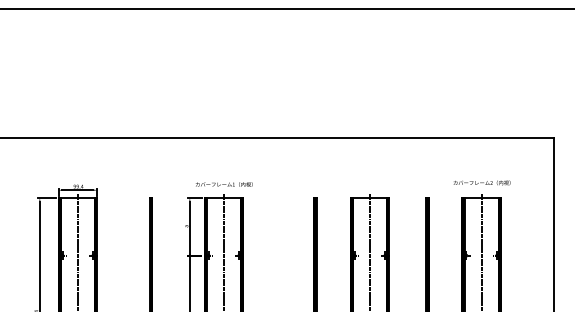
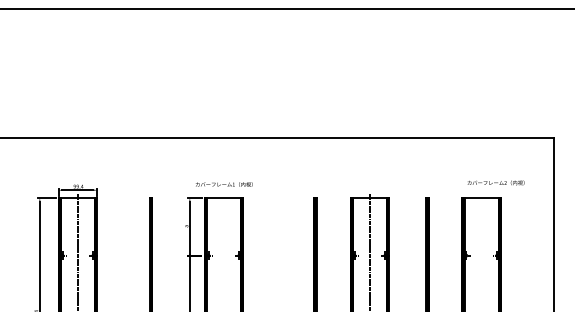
text at (481, 182) position: (481, 182) -> (495, 182)
line at (223, 251): present -> none
line at (481, 251): present -> none
